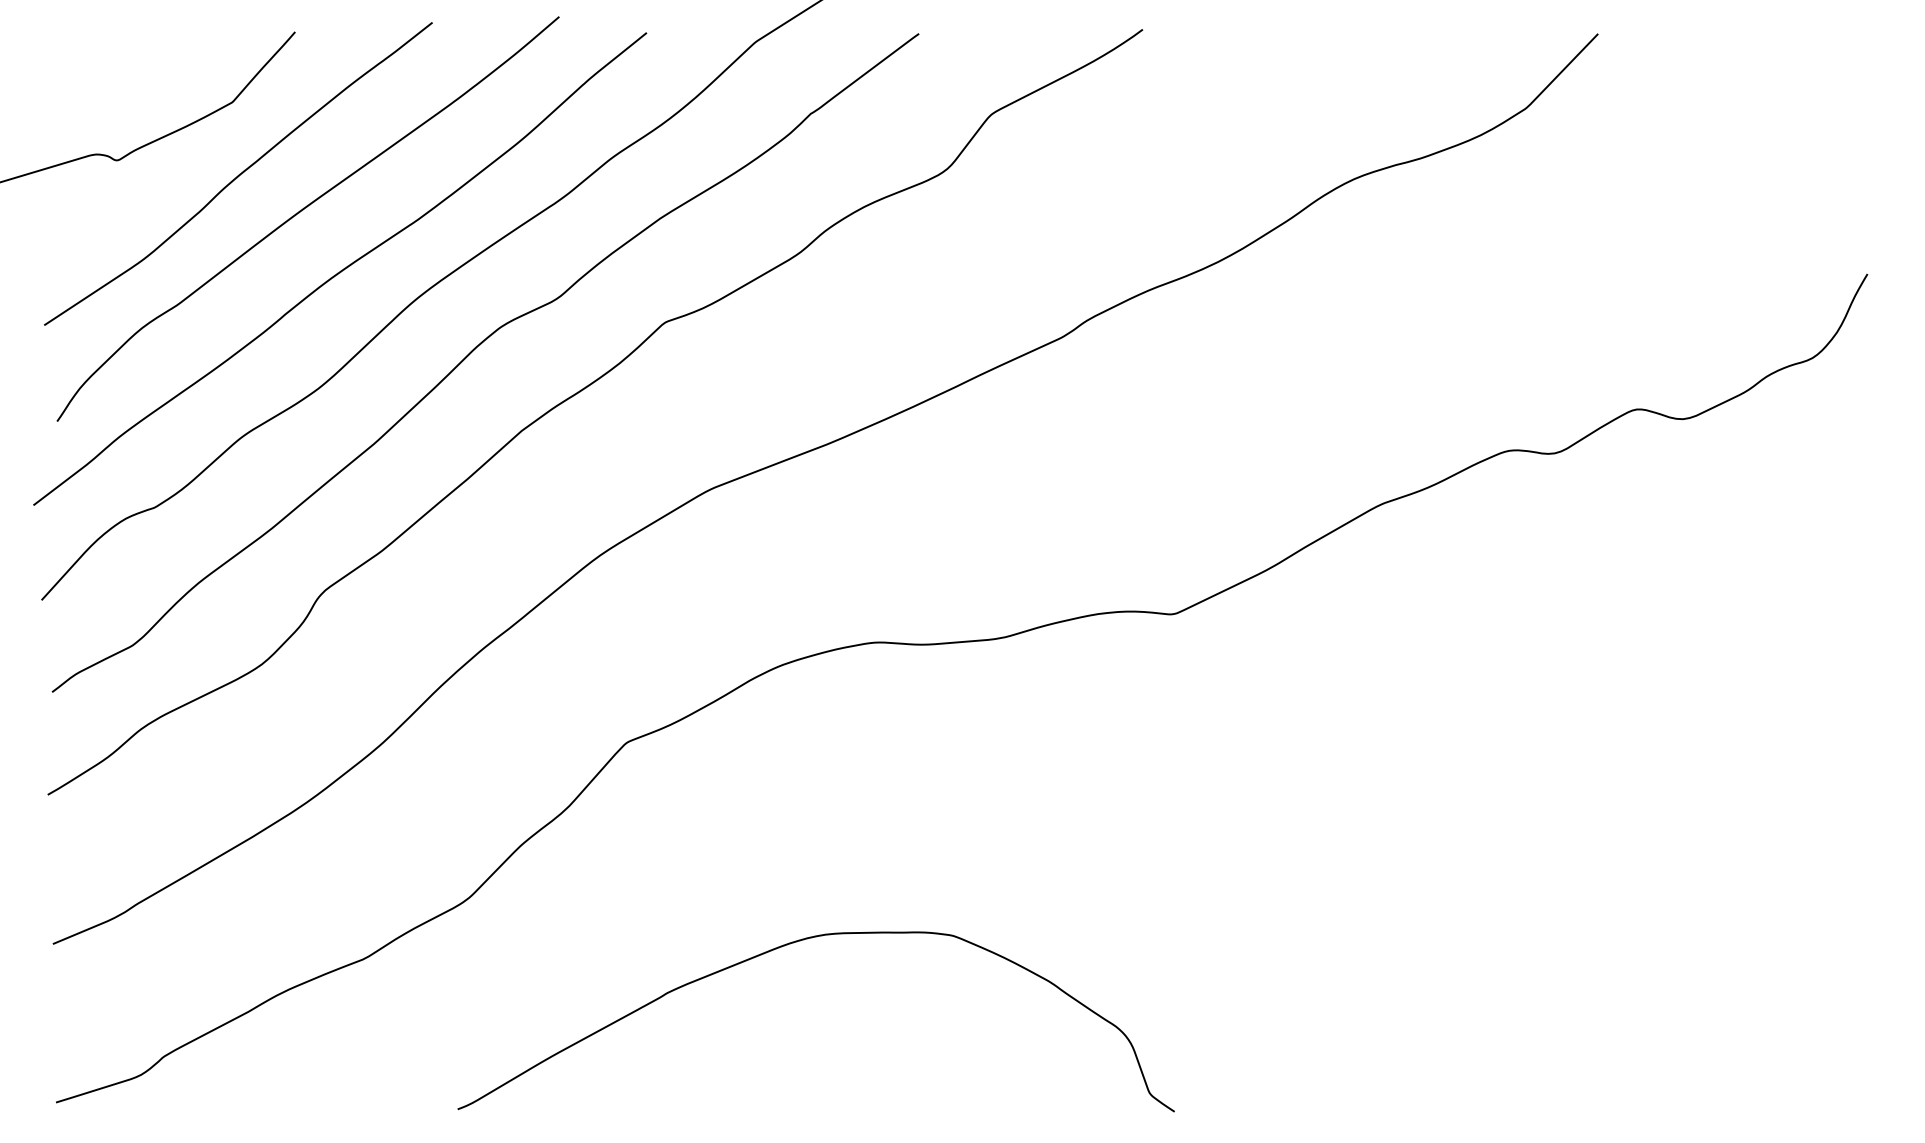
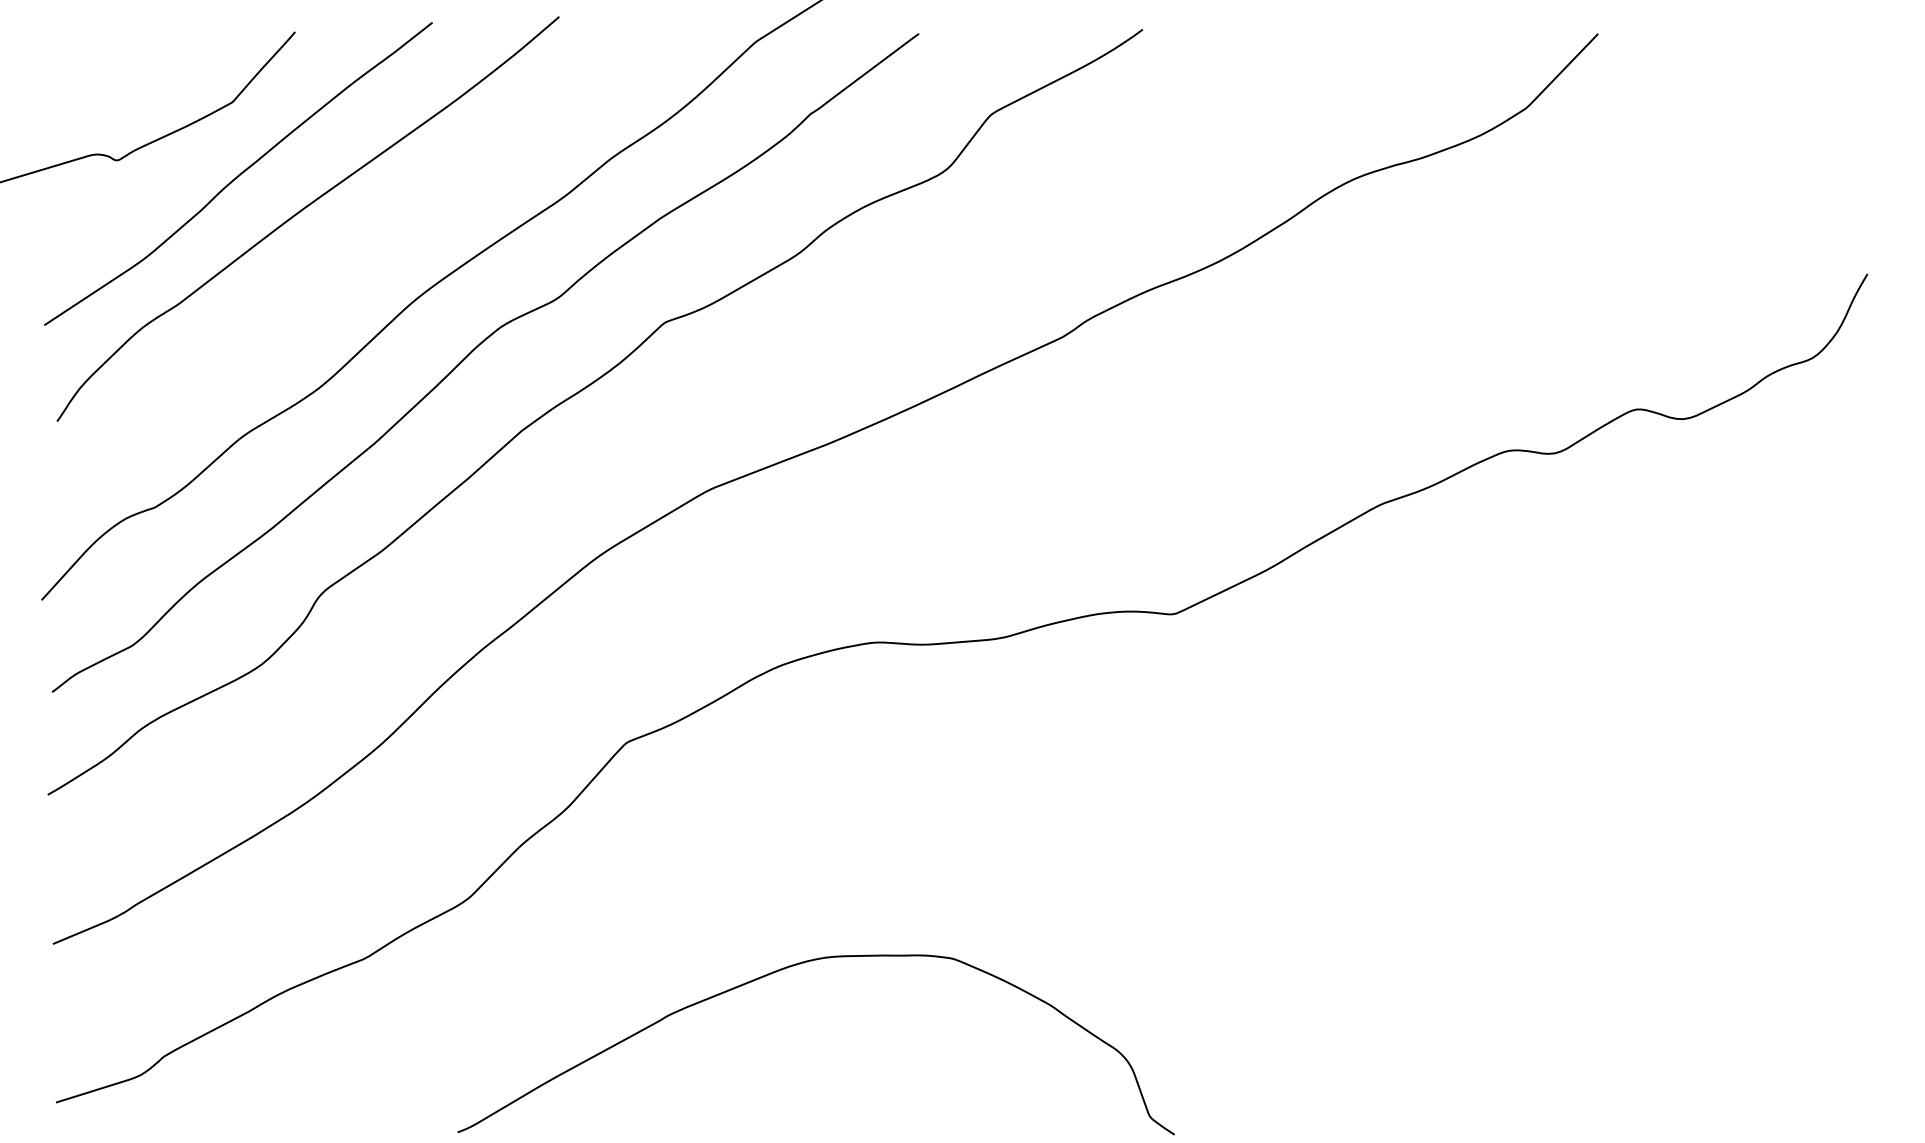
curve at (340, 270): present -> none
curve at (790, 944) position: (790, 944) -> (790, 967)
